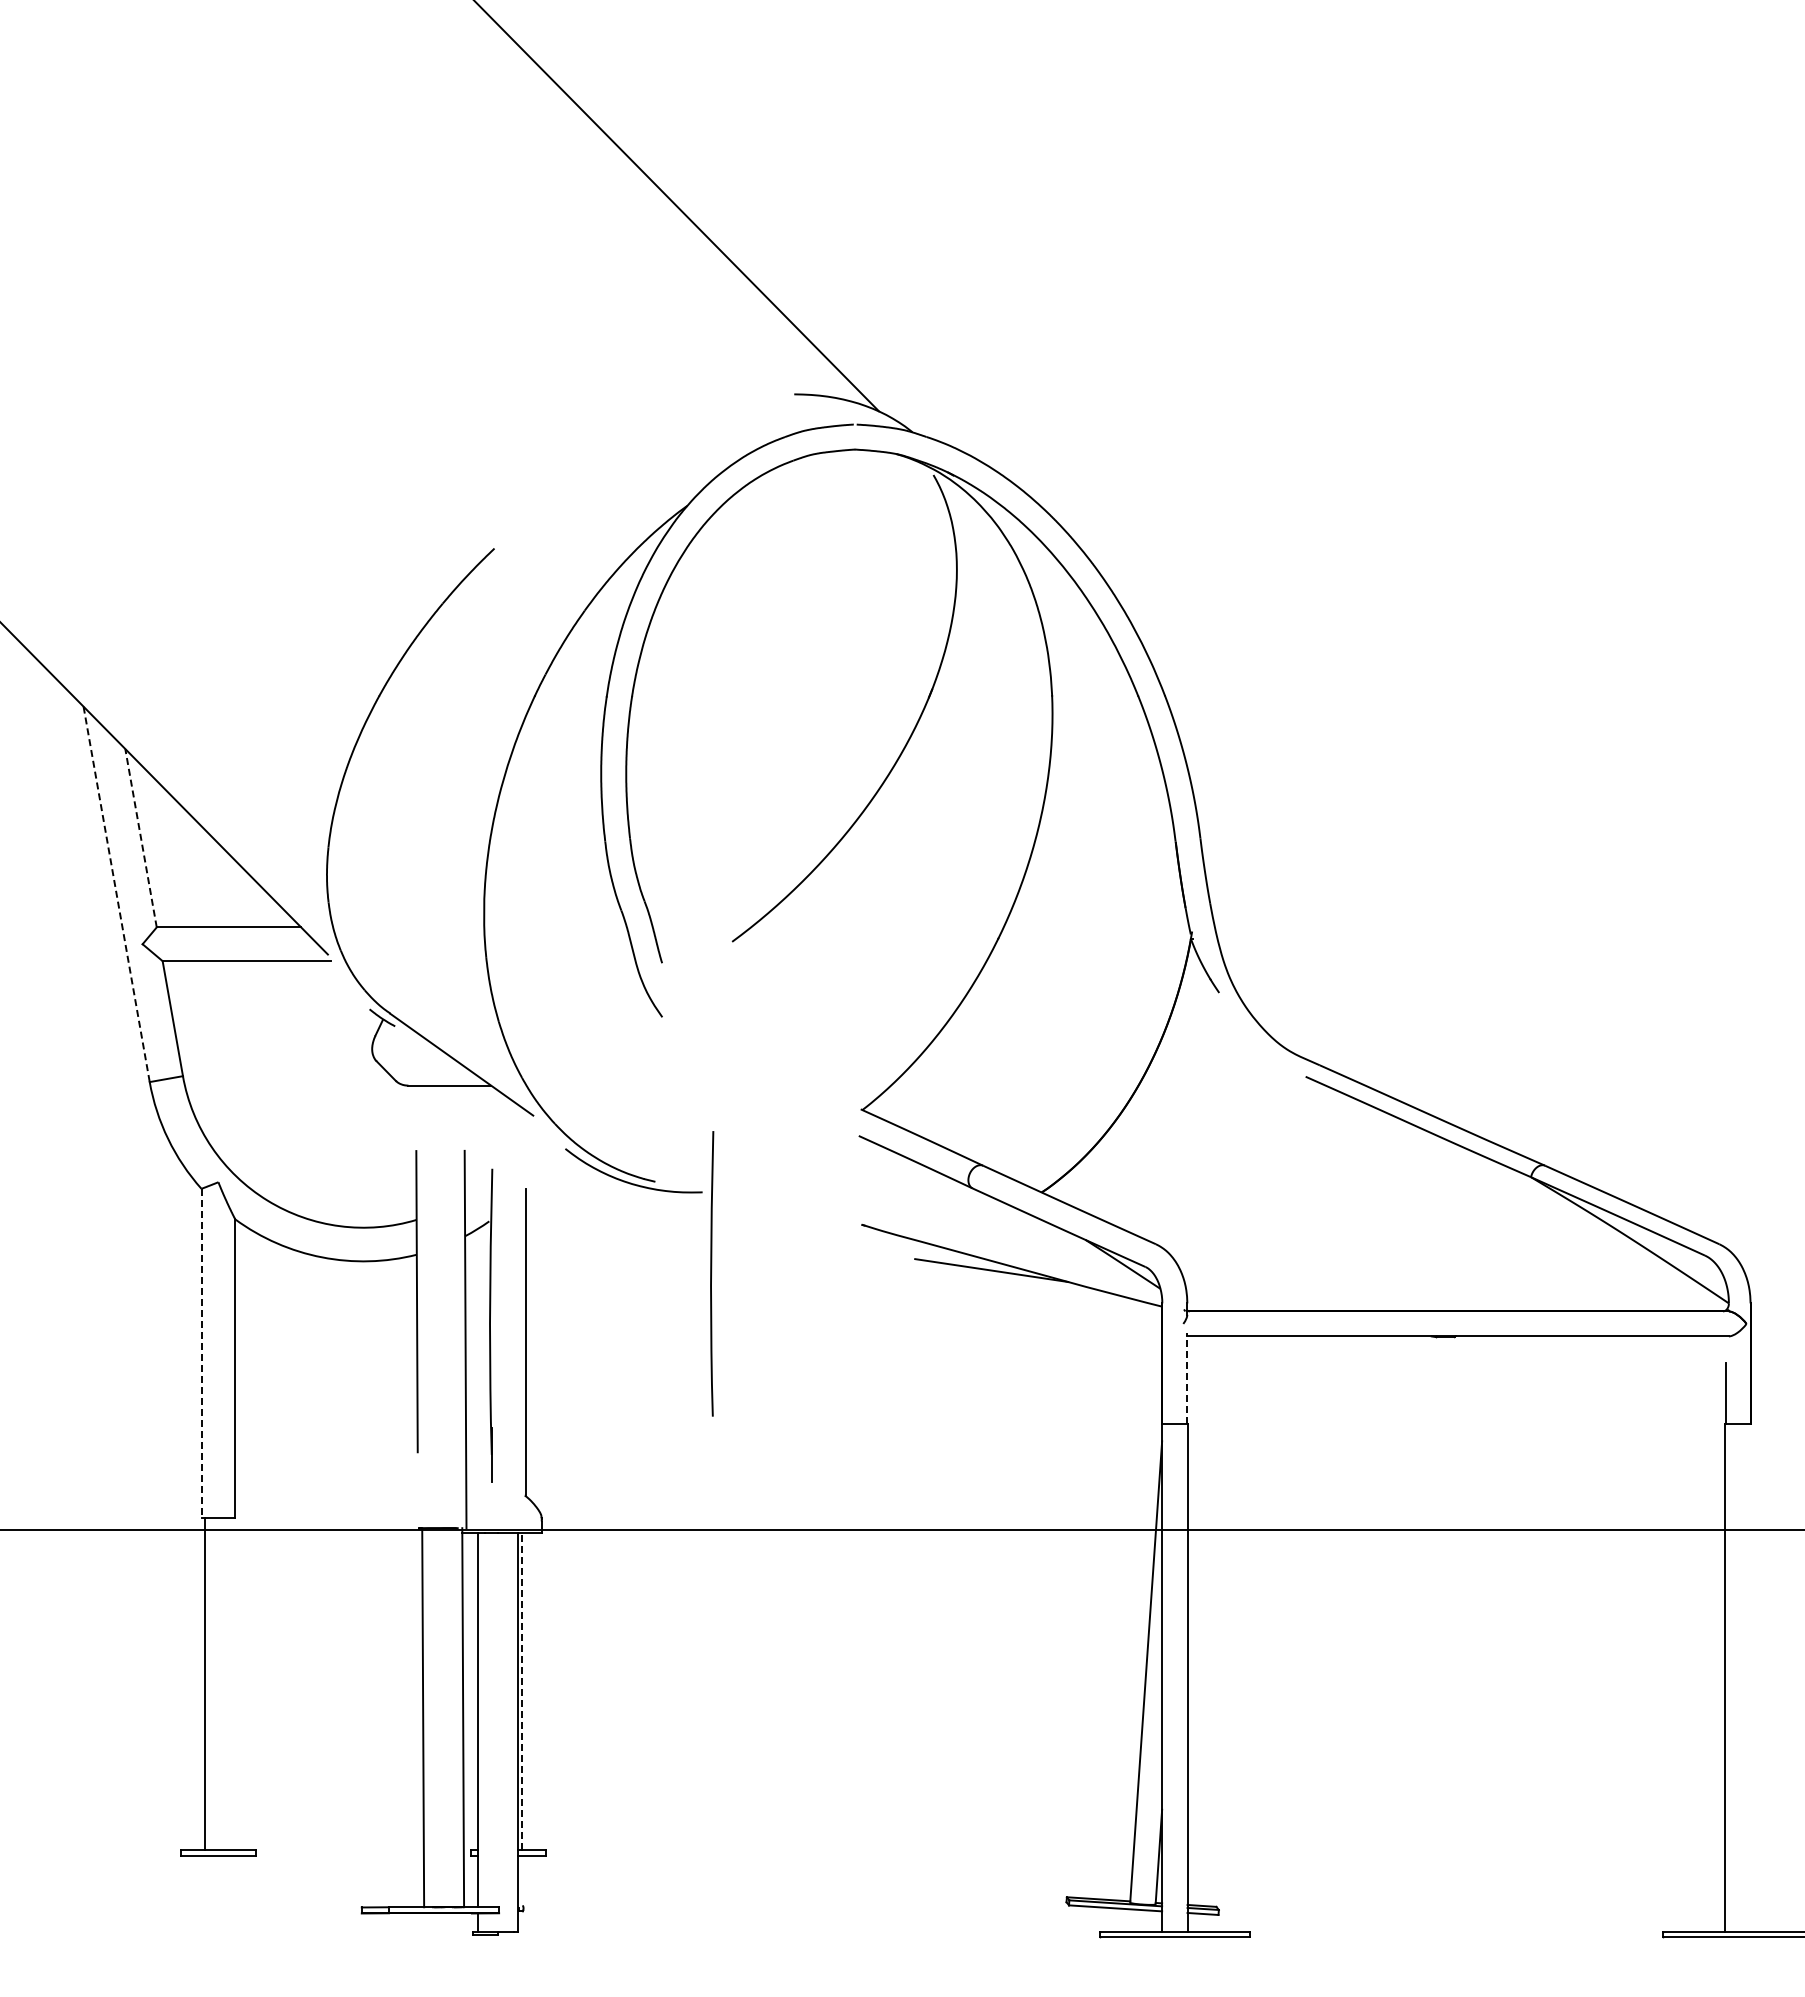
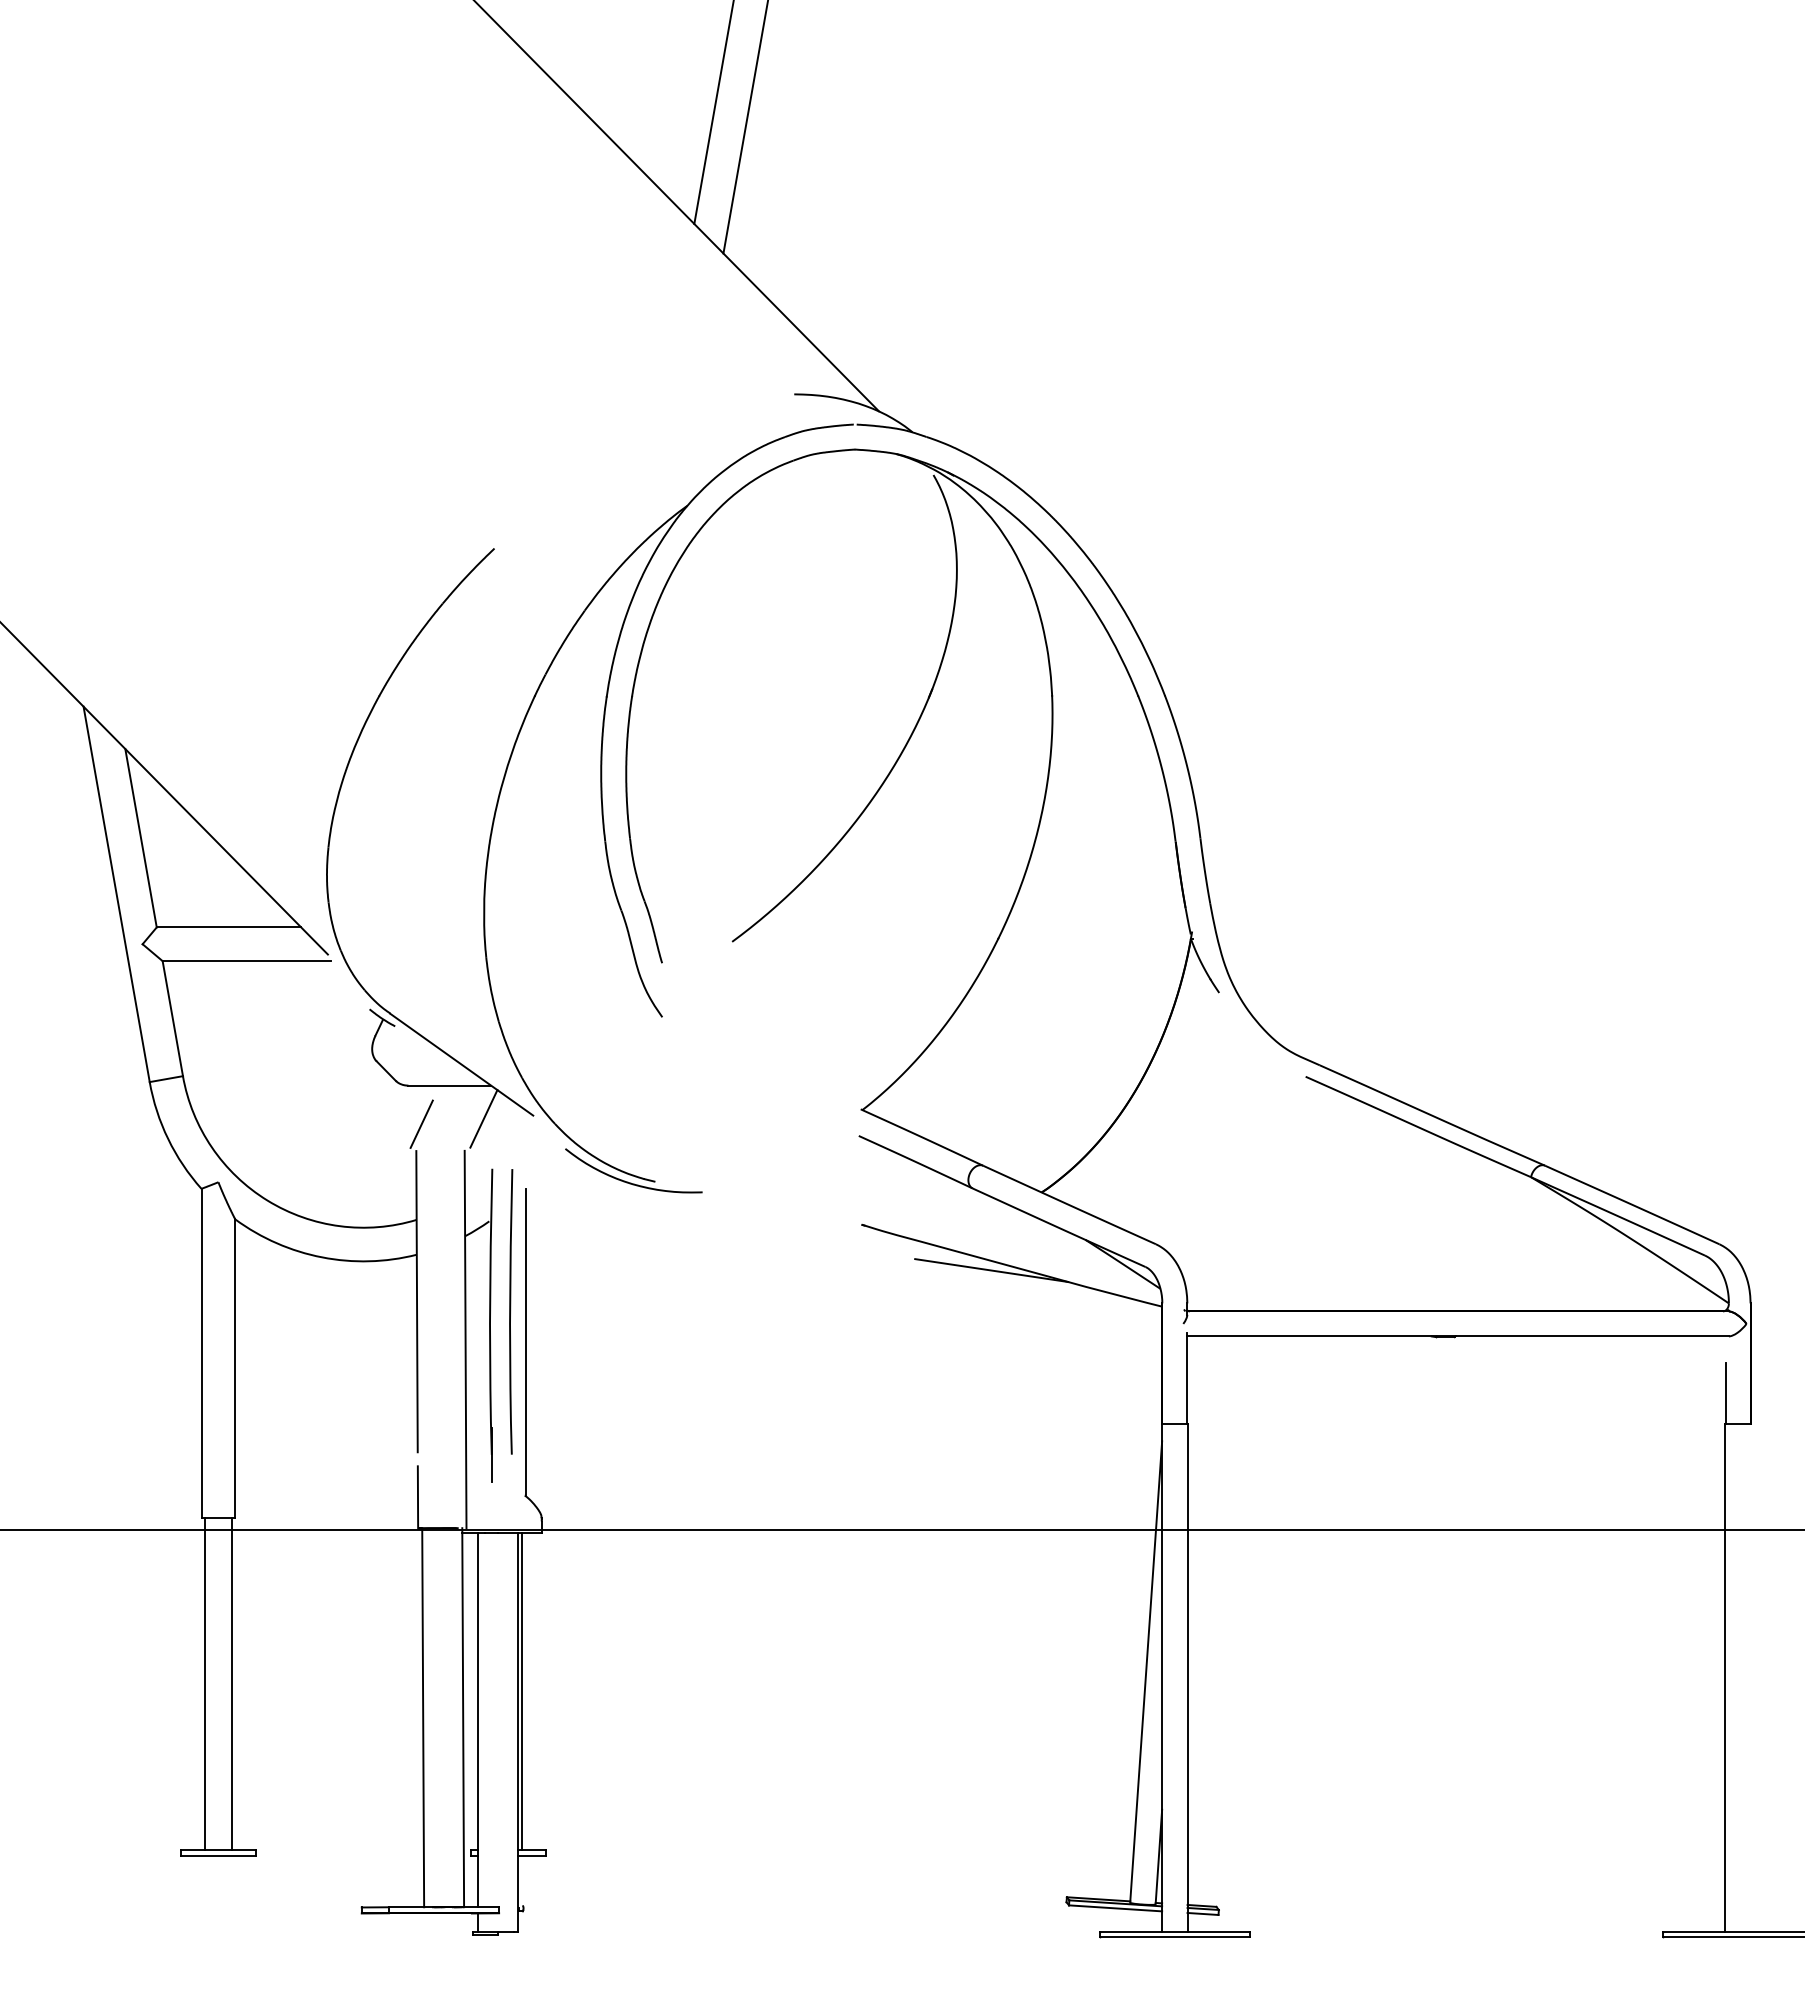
line at (713, 113): none -> present
line at (745, 127): none -> present
line at (141, 838): dashed -> solid
line at (116, 894): dashed -> solid
line at (483, 1118): none -> present
line at (421, 1123): none -> present
curve at (712, 1272) position: (712, 1272) -> (511, 1310)
line at (201, 1353): dashed -> solid
line at (1187, 1377): dashed -> solid
line at (417, 1497): none -> present
line at (231, 1684): none -> present
line at (522, 1691): dashed -> solid
